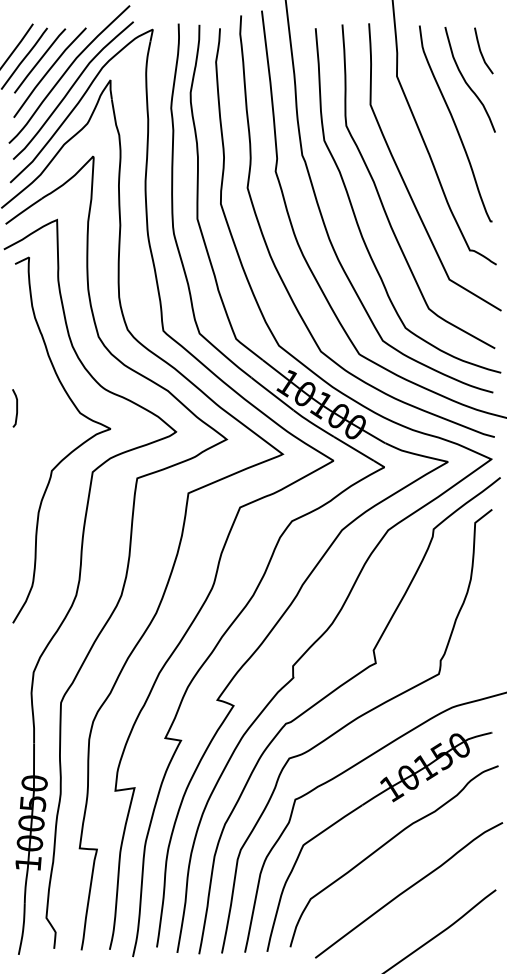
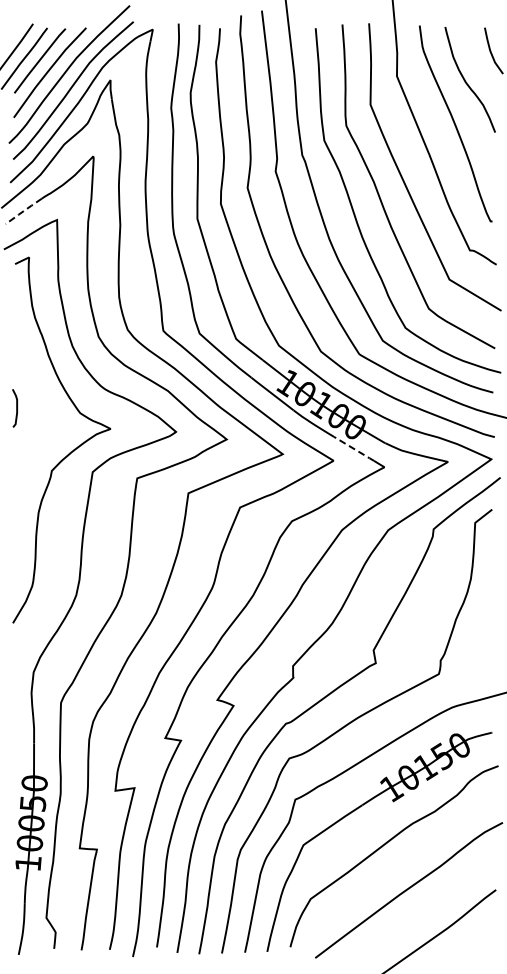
curve at (481, 50) position: (481, 50) -> (491, 50)
line at (23, 211): solid -> dashed
line at (354, 449): solid -> dashed
